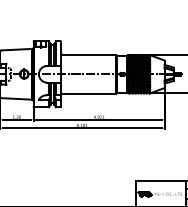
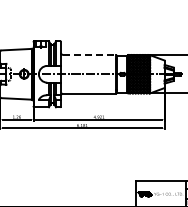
line at (89, 54): solid -> dashed
